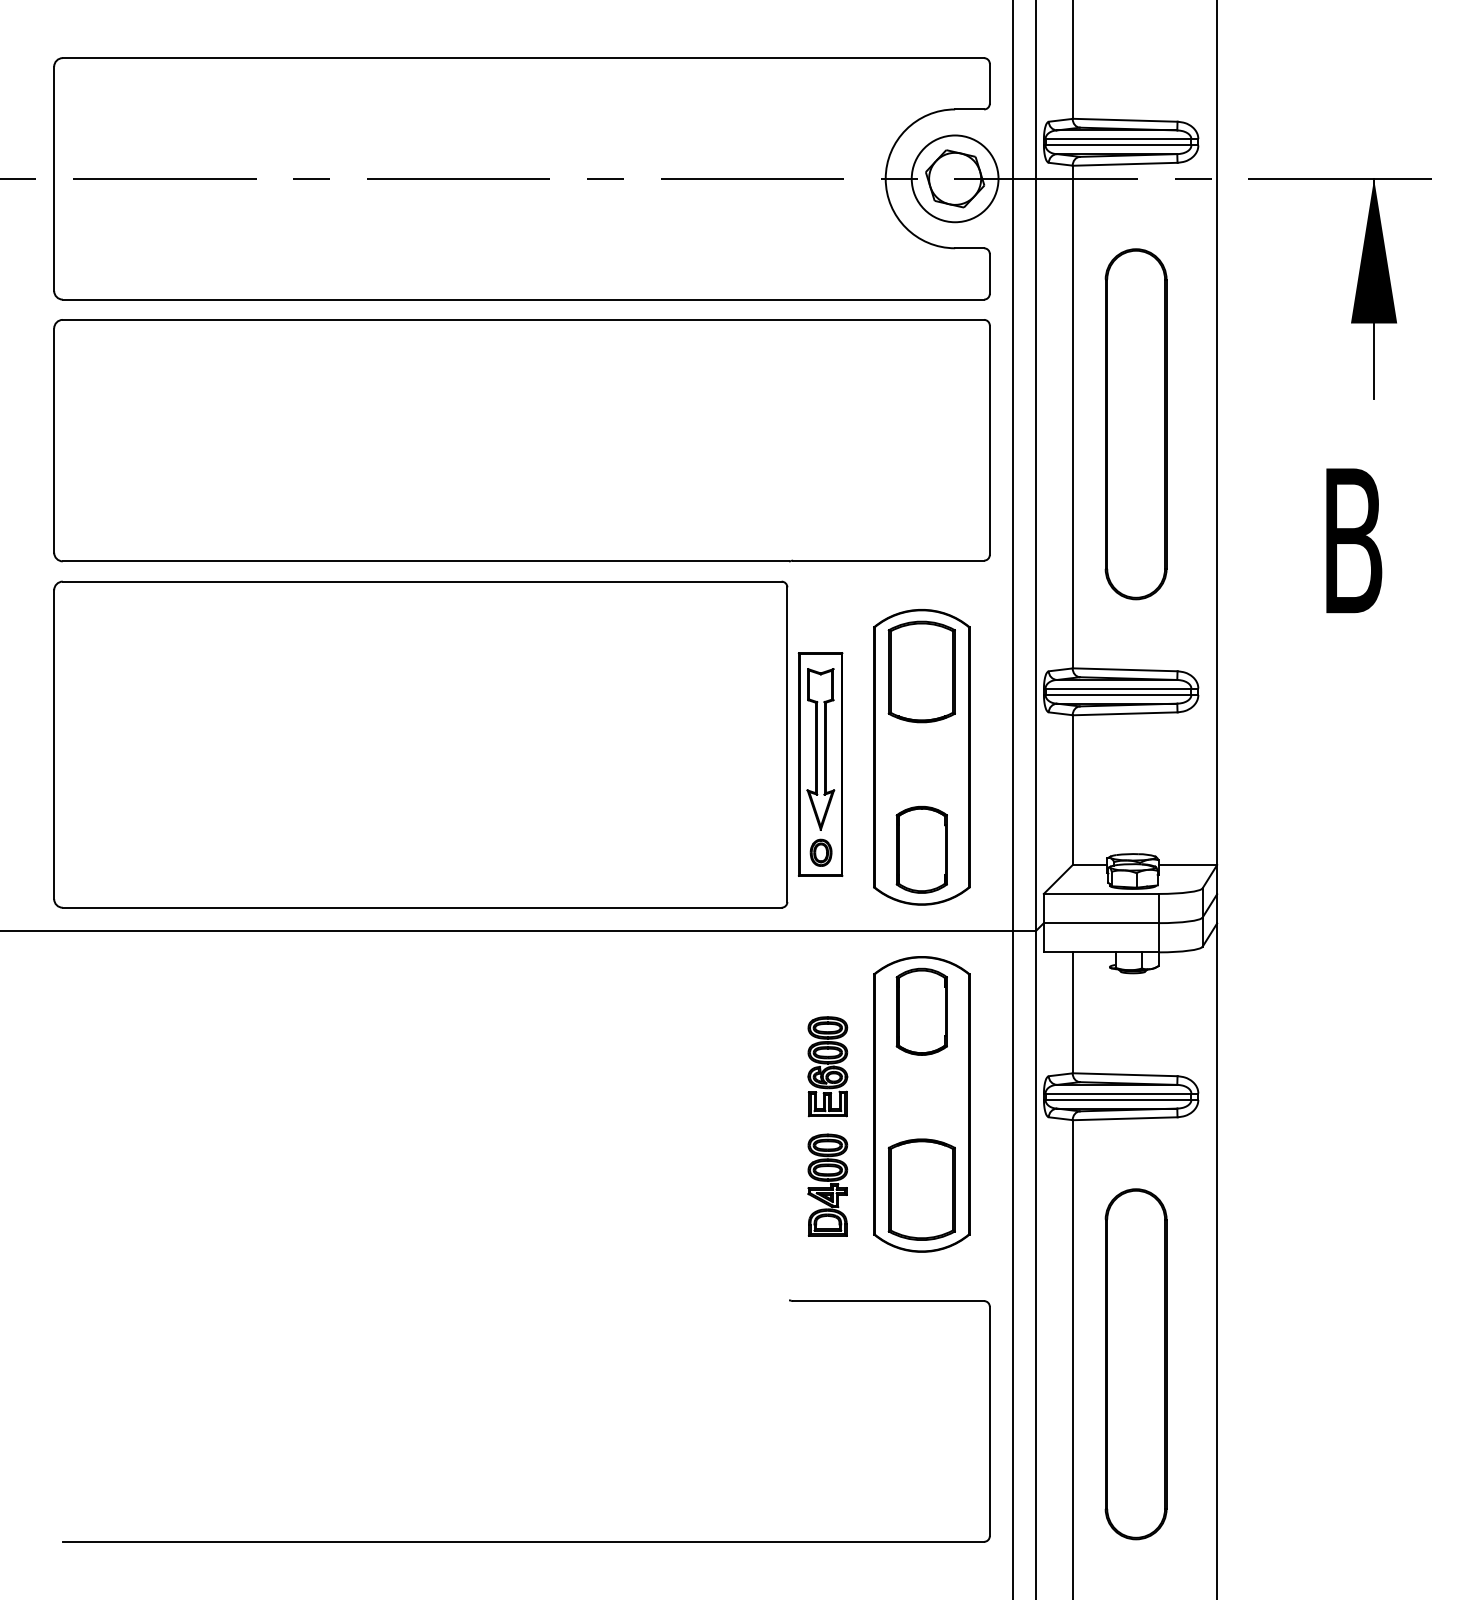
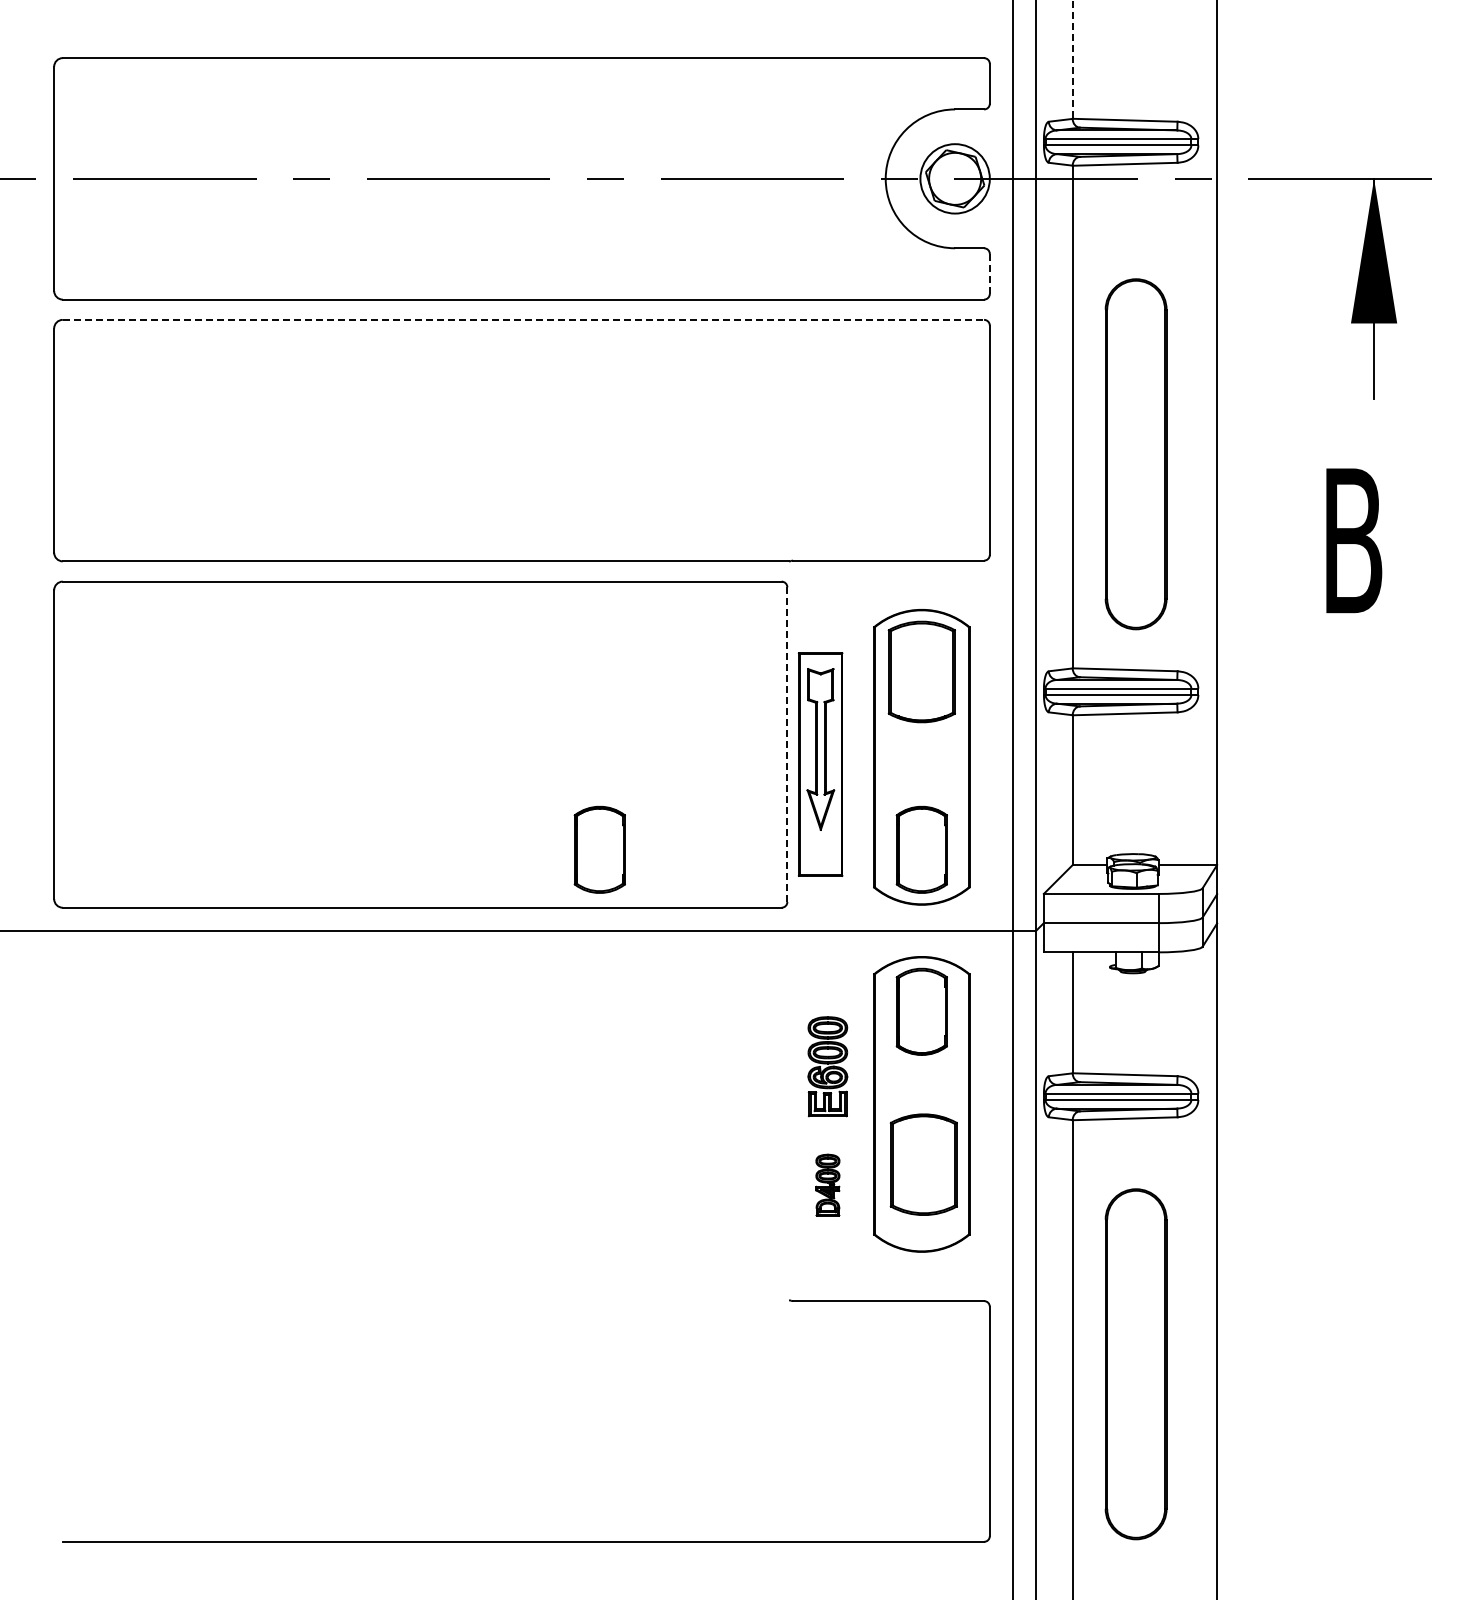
line at (1072, 59): solid -> dashed
circle at (954, 178) diameter: 87 px -> 69 px
line at (989, 273): solid -> dashed
line at (523, 319): solid -> dashed
part at (1135, 424) position: (1135, 424) -> (1135, 454)
line at (787, 745): solid -> dashed
part at (599, 849): none -> present
part at (820, 852): present -> none
part at (827, 1184) size: 42x104 px -> 26x64 px
part at (921, 1189) position: (921, 1189) -> (923, 1164)
